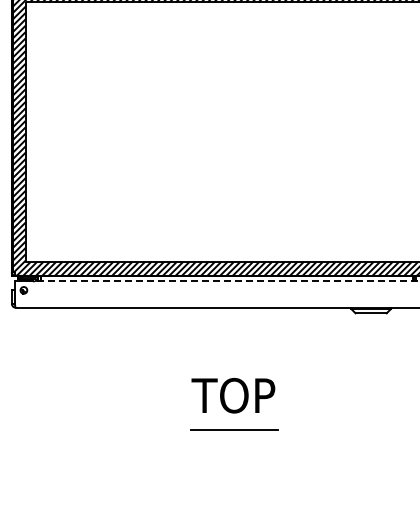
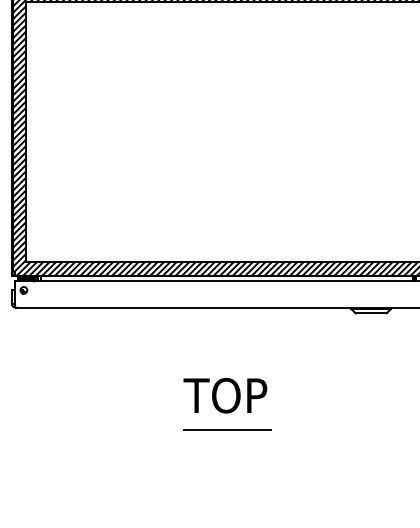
line at (217, 281): dashed -> solid
text at (233, 395) position: (233, 395) -> (225, 395)
line at (234, 429) position: (234, 429) -> (227, 429)
